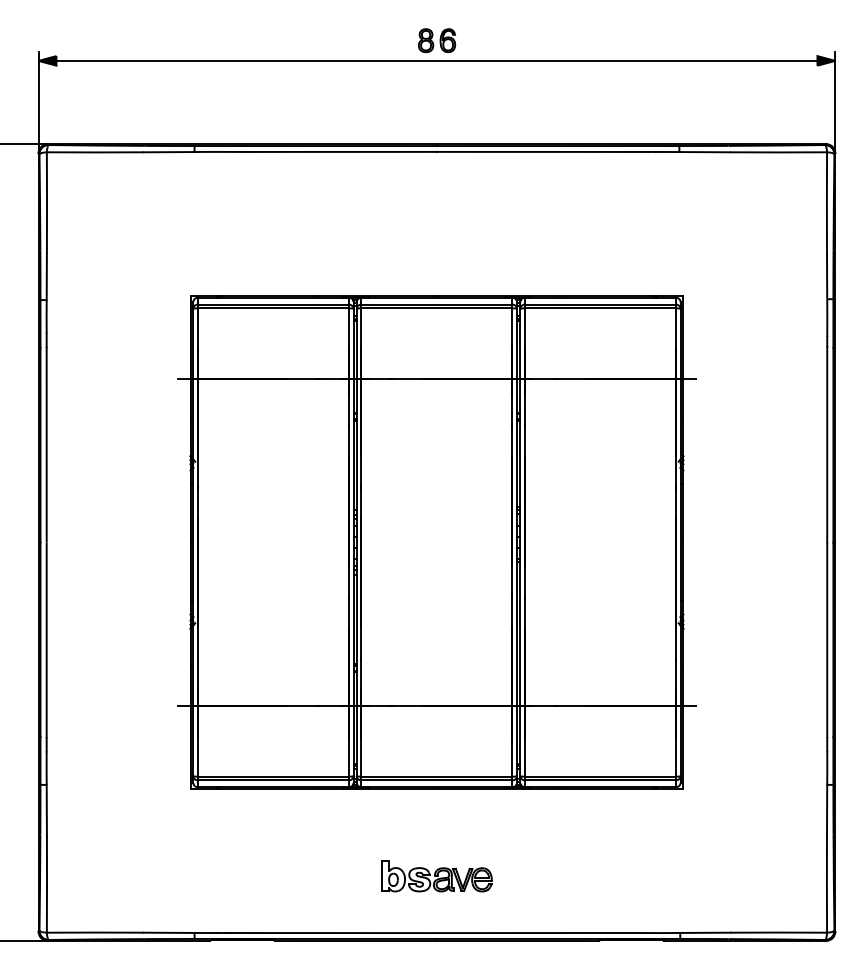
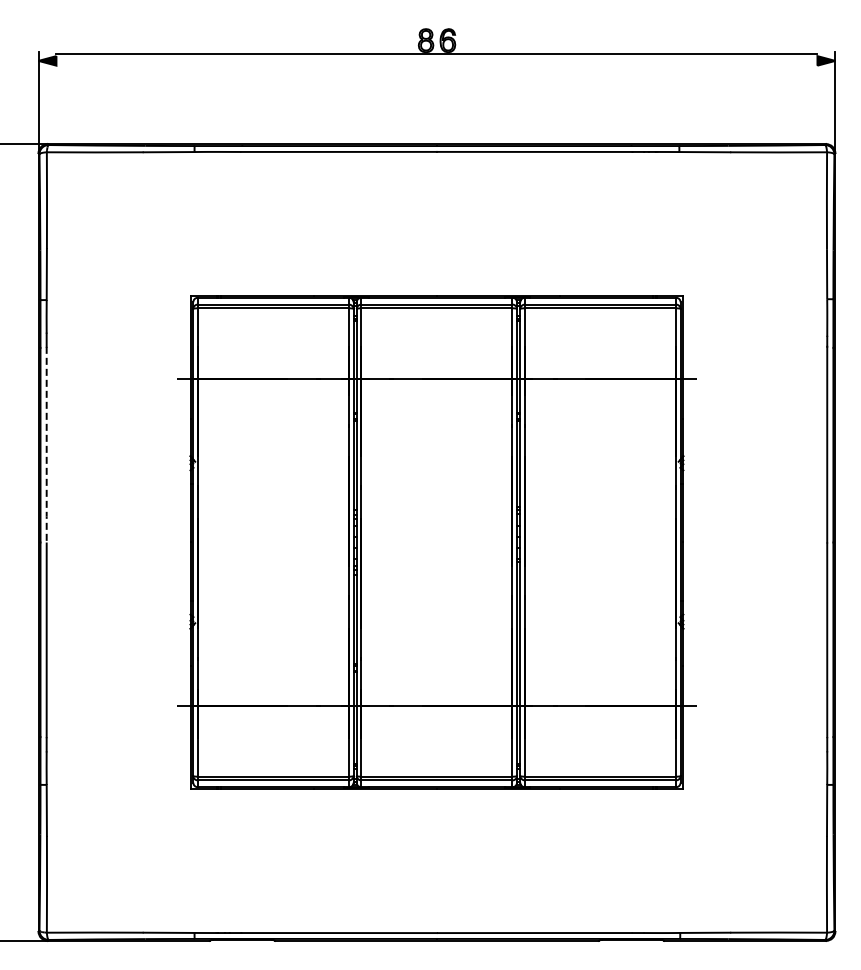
line at (436, 60) position: (436, 60) -> (436, 53)
line at (46, 446): solid -> dashed
part at (436, 876): present -> none
